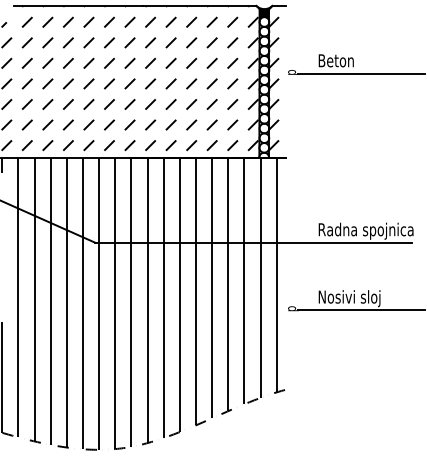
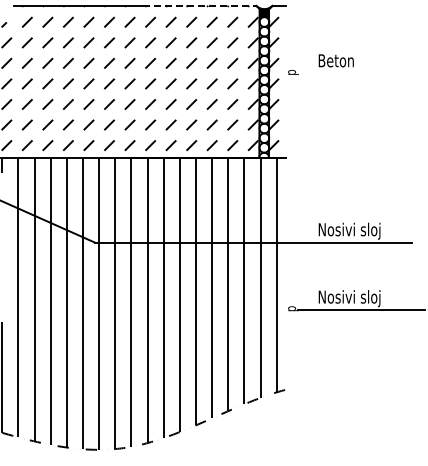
line at (200, 5): solid -> dashed
line at (361, 73): present -> none
text at (366, 230): Radna spojnica -> Nosivi sloj
